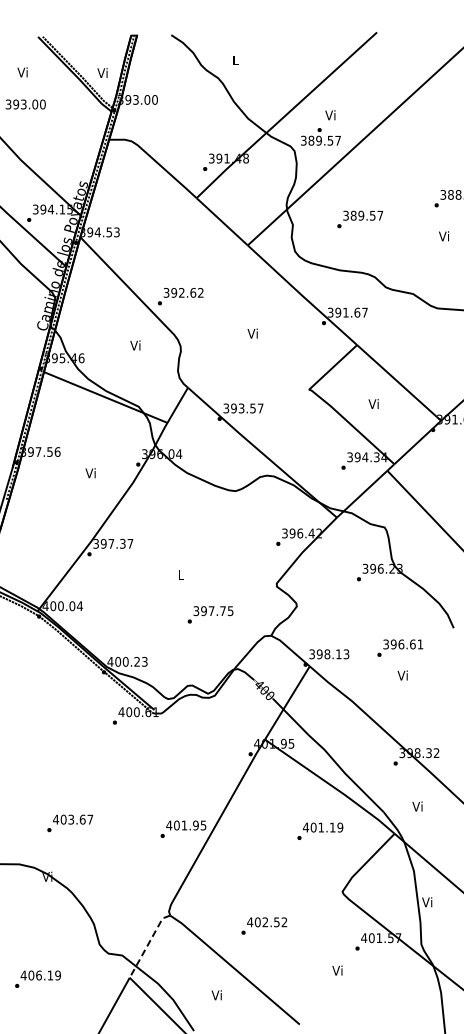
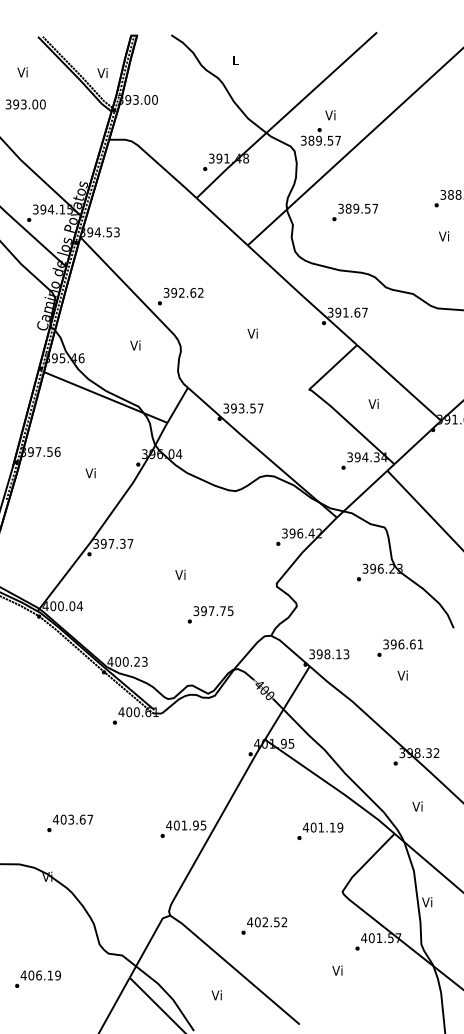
text at (360, 219) position: (360, 219) -> (355, 212)
text at (180, 574): L -> Vi
line at (148, 944): dashed -> solid
